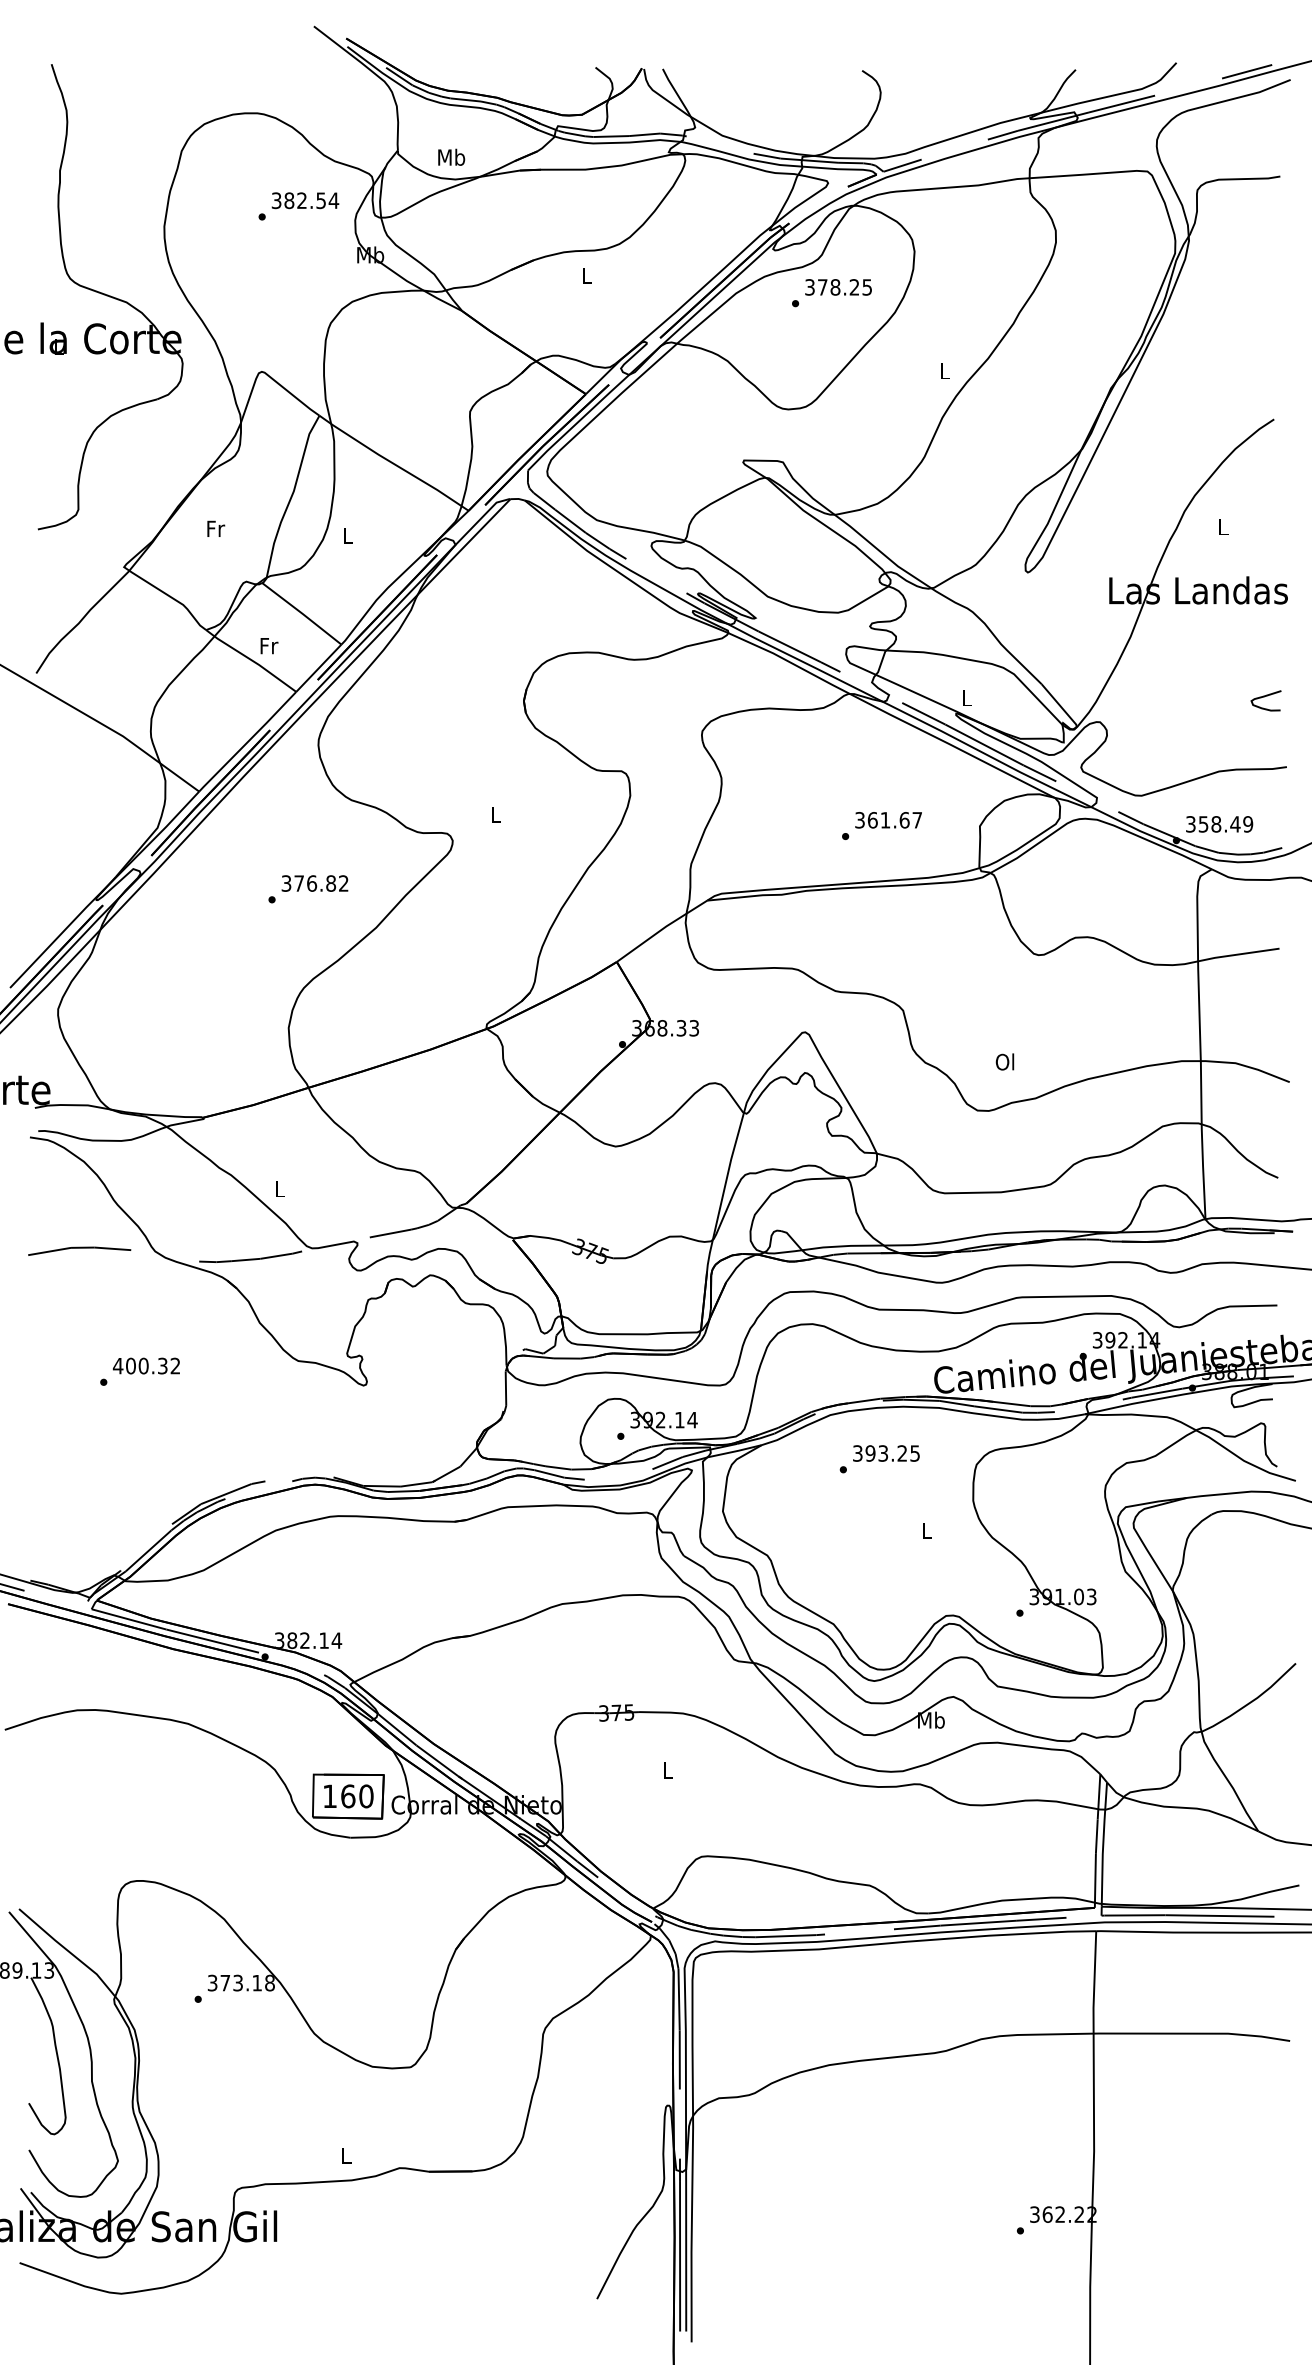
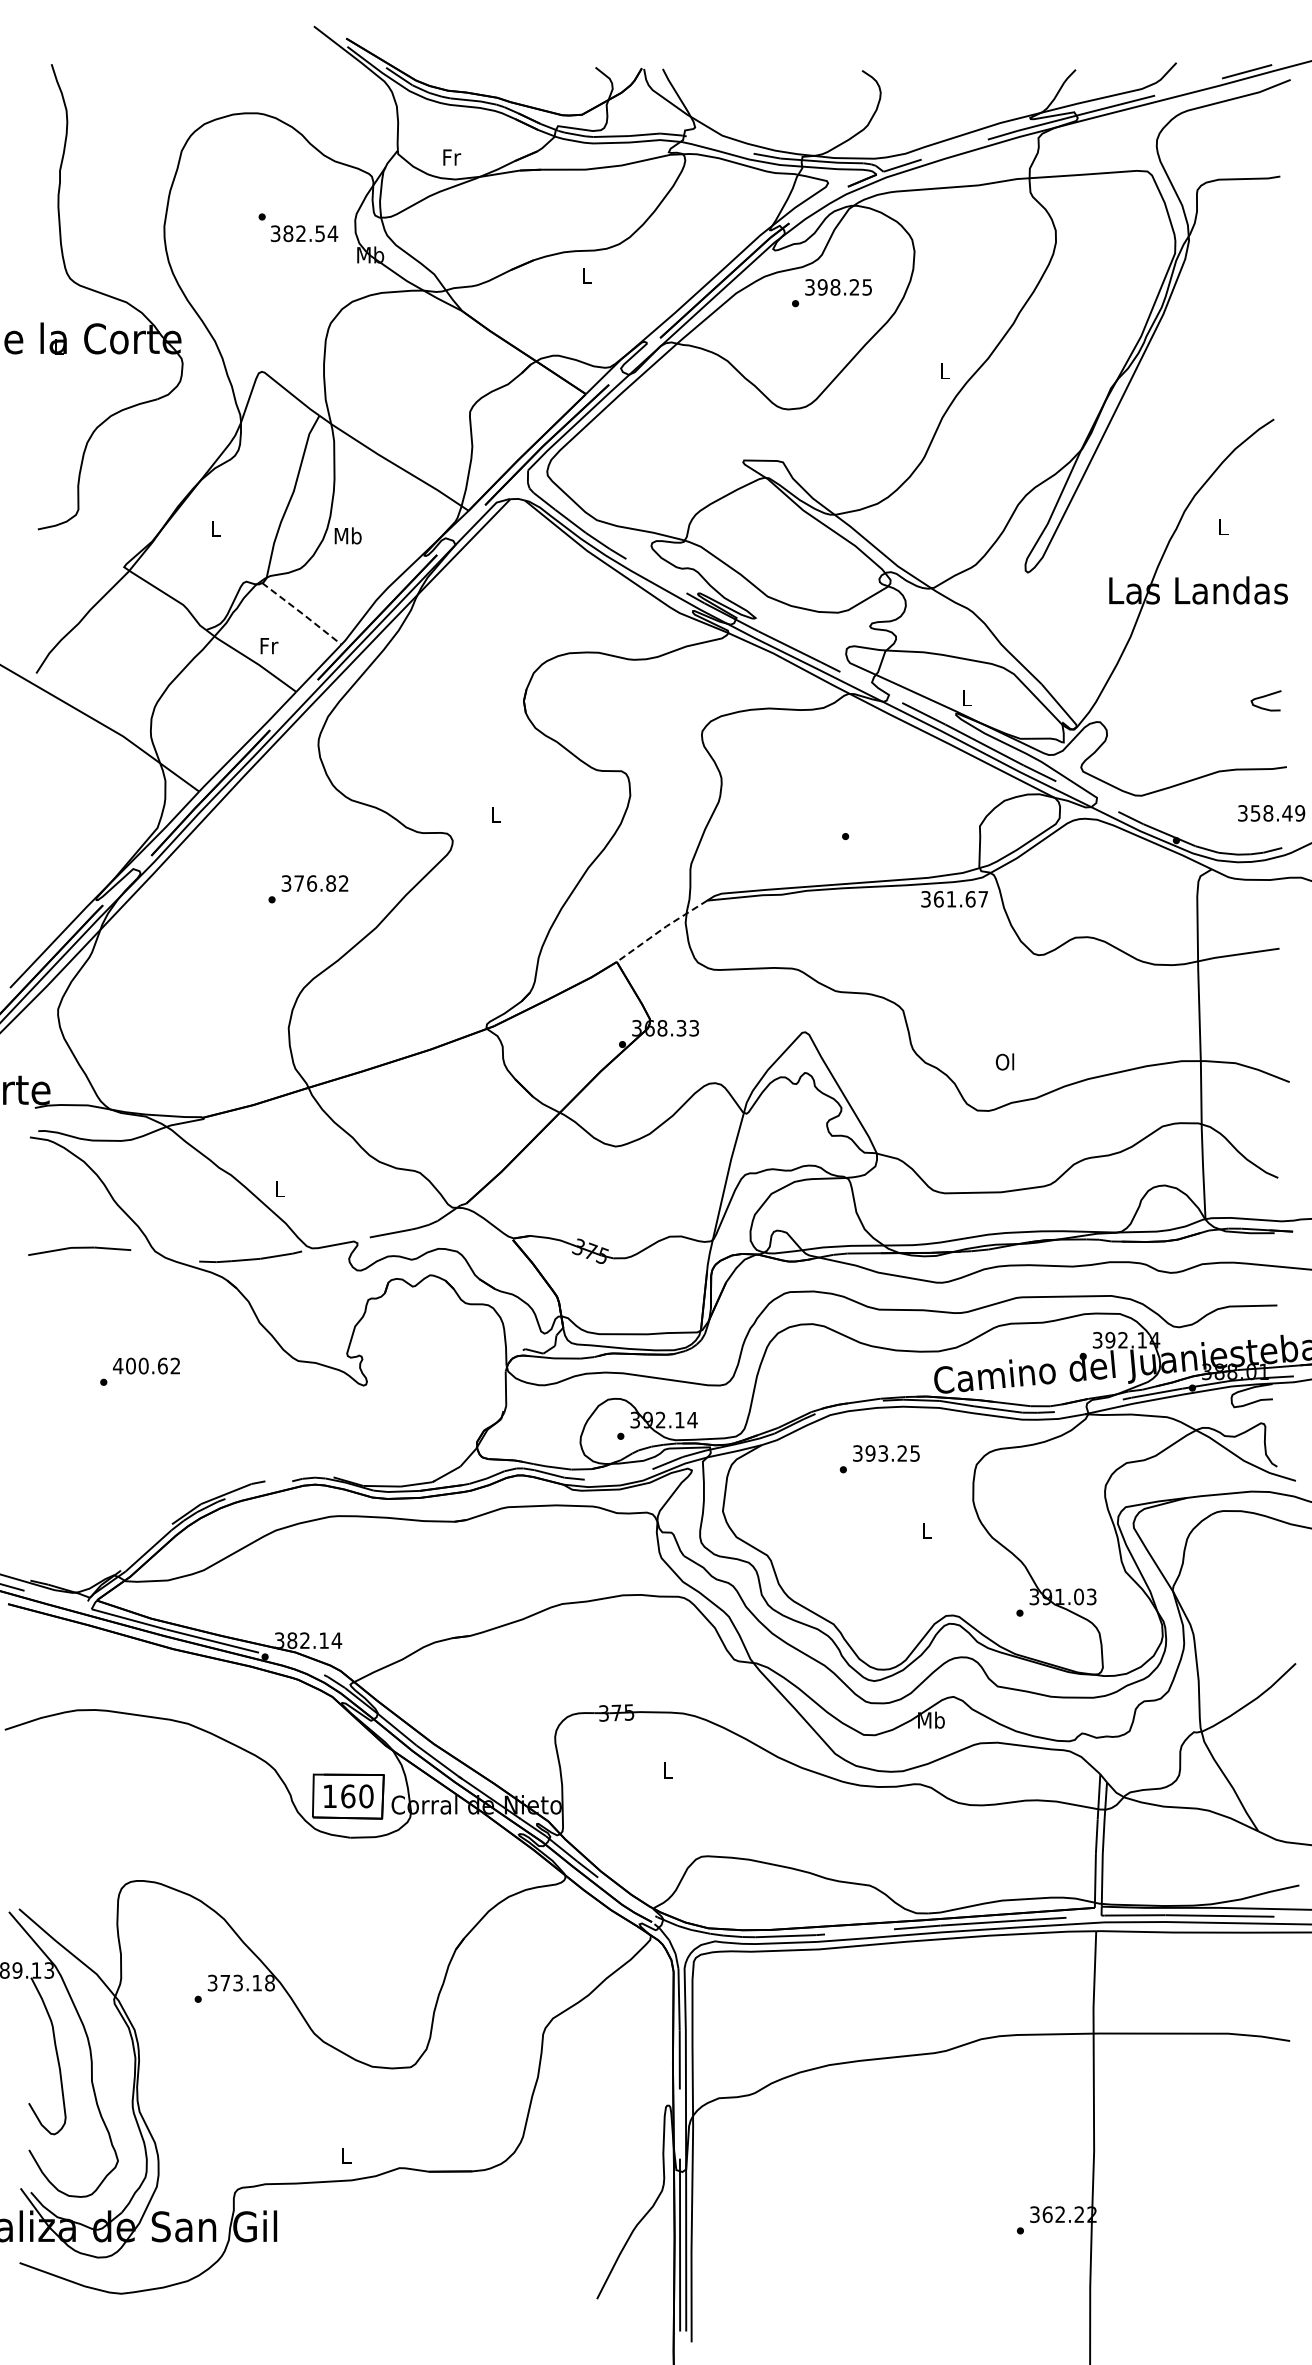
text at (451, 156): Mb -> Fr
text at (305, 200) position: (305, 200) -> (304, 233)
text at (822, 287): 378.25 -> 398.25
text at (216, 528): Fr -> L
text at (347, 535): L -> Mb
line at (302, 613): solid -> dashed
text at (888, 820) position: (888, 820) -> (954, 899)
text at (1219, 824) position: (1219, 824) -> (1271, 813)
line at (661, 929): solid -> dashed
text at (162, 1365): 400.32 -> 400.62
